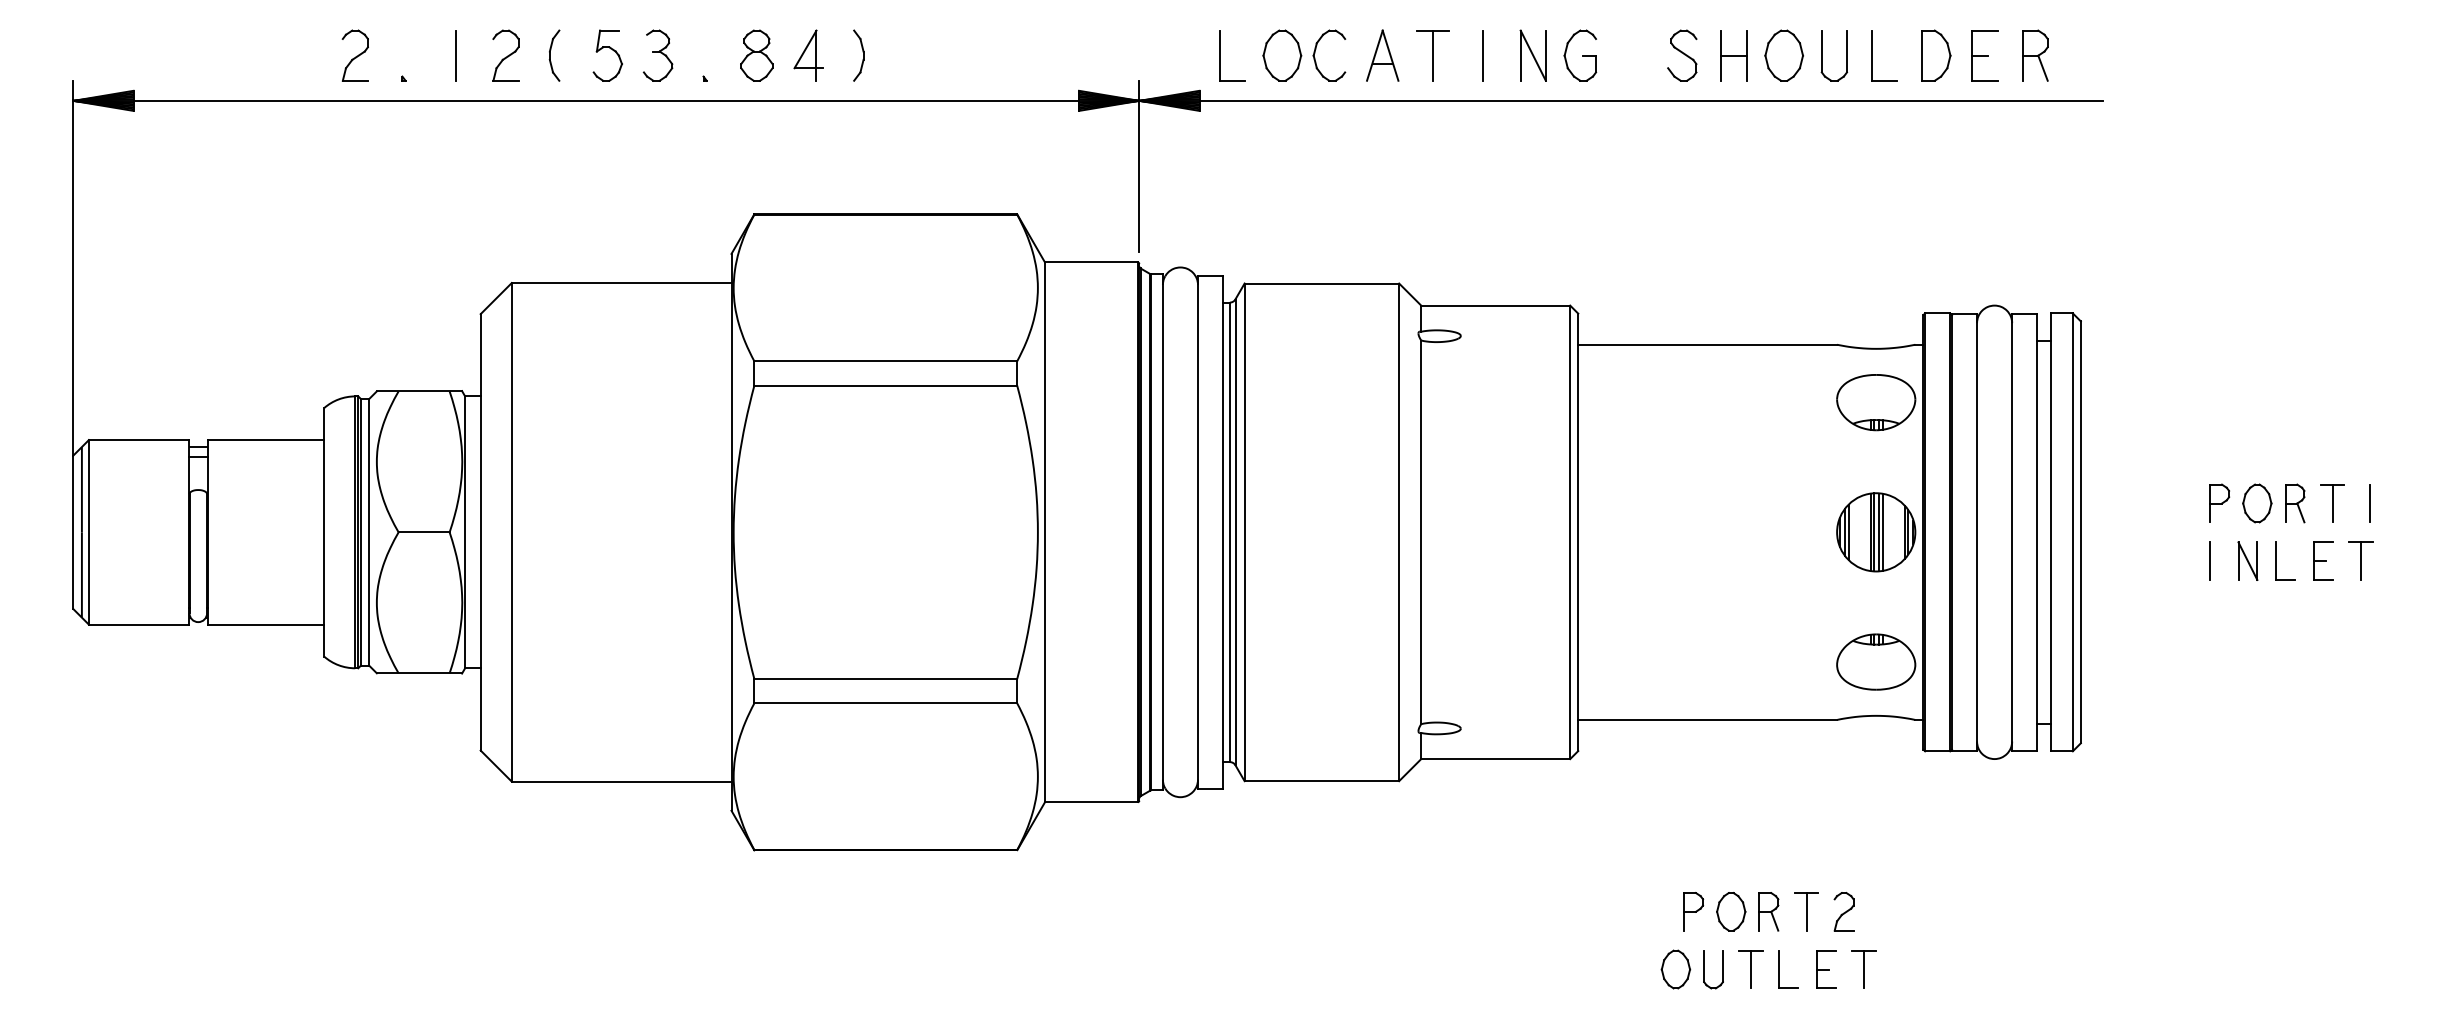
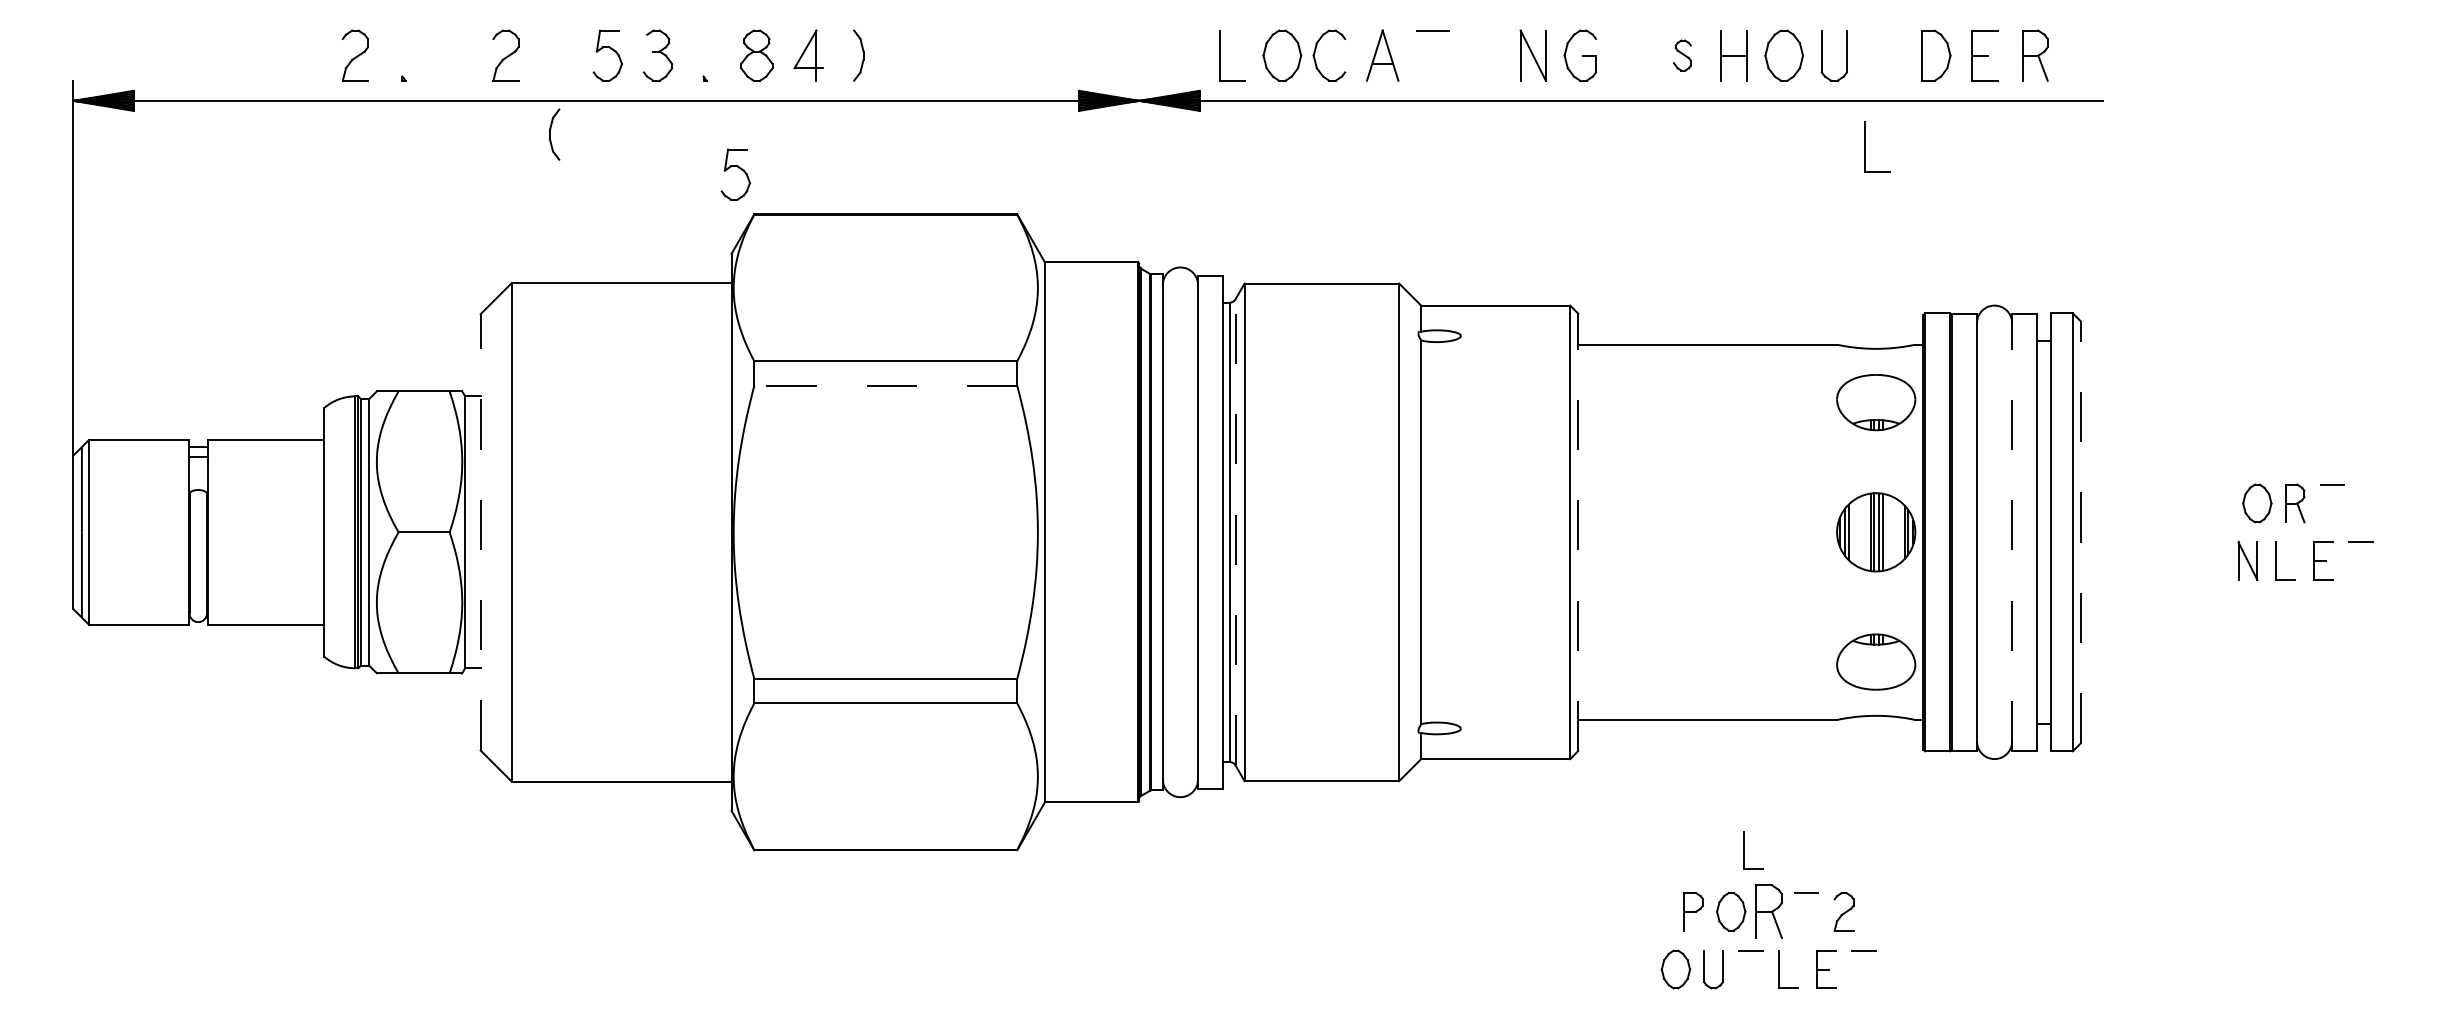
line at (455, 55): present -> none
part at (554, 55) position: (554, 55) -> (554, 134)
line at (1432, 55): present -> none
line at (1483, 55): present -> none
part at (1682, 55) size: 31x53 px -> 19x33 px
part at (1872, 55) position: (1872, 55) -> (1865, 146)
line at (1139, 166): present -> none
part at (738, 168): none -> present
line at (885, 385): solid -> dashed
part at (2219, 502): present -> none
line at (2332, 503): present -> none
line at (2370, 503): present -> none
line at (480, 531): solid -> dashed
line at (1235, 531): solid -> dashed
line at (1578, 532): solid -> dashed
line at (2012, 532): solid -> dashed
line at (2080, 532): solid -> dashed
line at (2210, 561): present -> none
line at (2360, 561): present -> none
part at (1744, 850): none -> present
part at (1768, 911) size: 22x40 px -> 28x56 px
line at (1806, 911): present -> none
line at (1751, 969): present -> none
line at (1864, 969): present -> none
